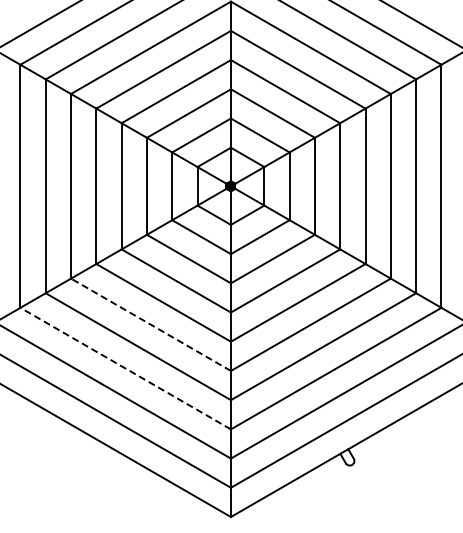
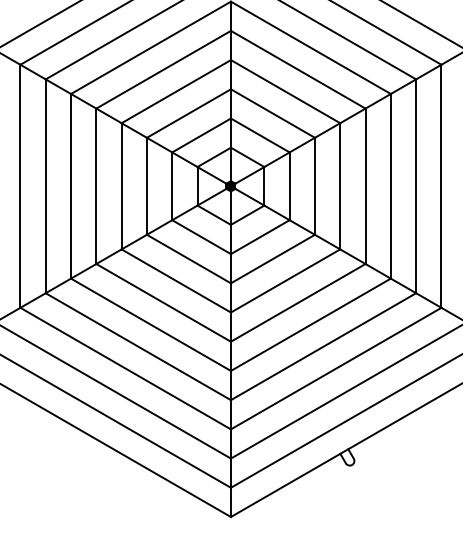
line at (150, 324): dashed -> solid
line at (125, 368): dashed -> solid
